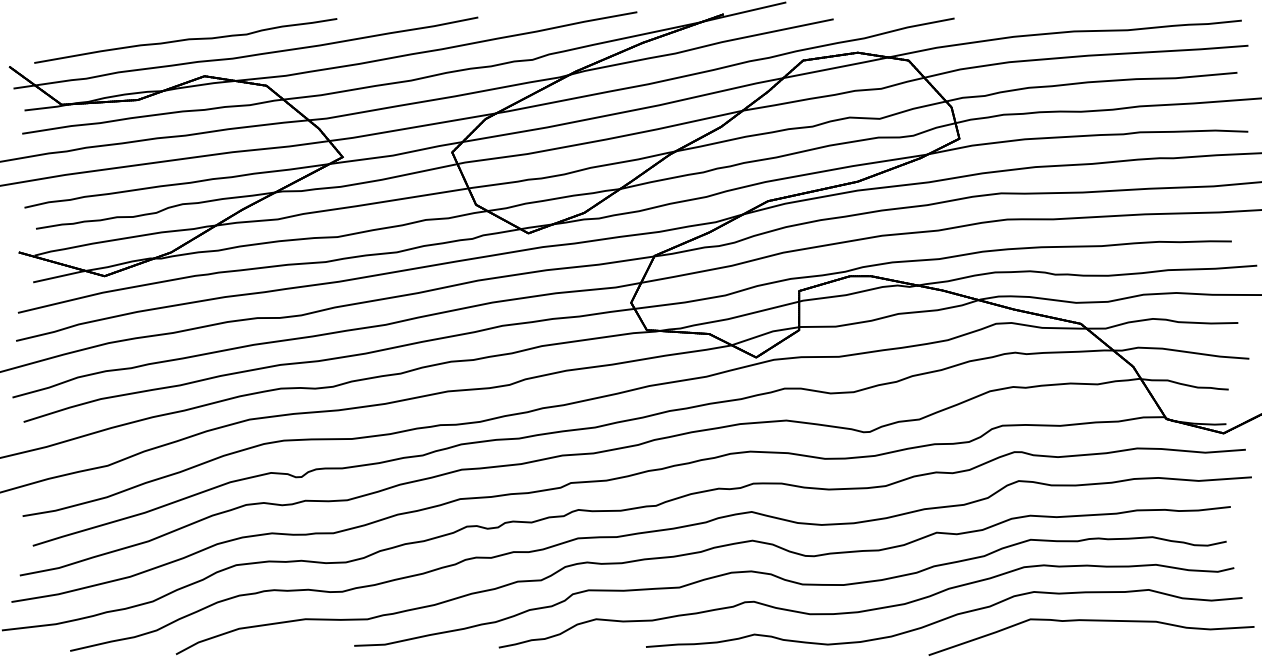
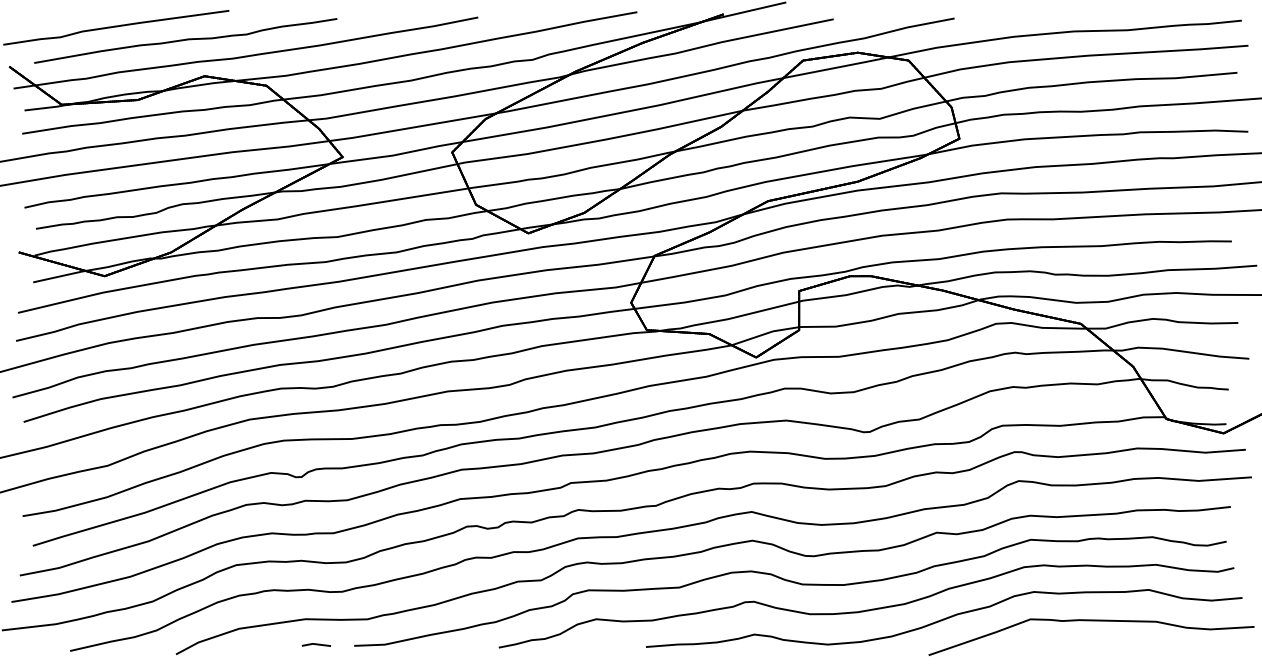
curve at (116, 27): none -> present
line at (315, 644): none -> present
